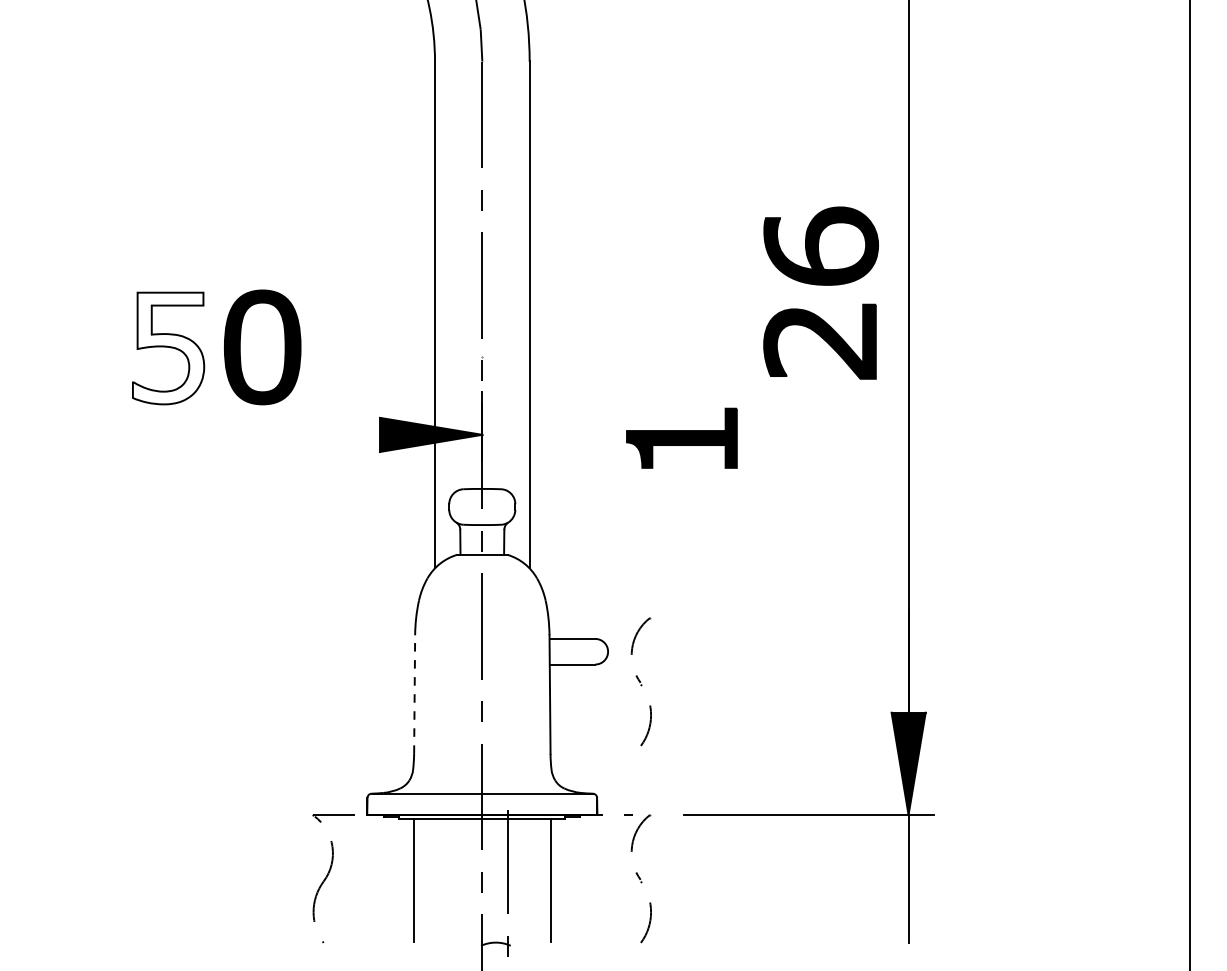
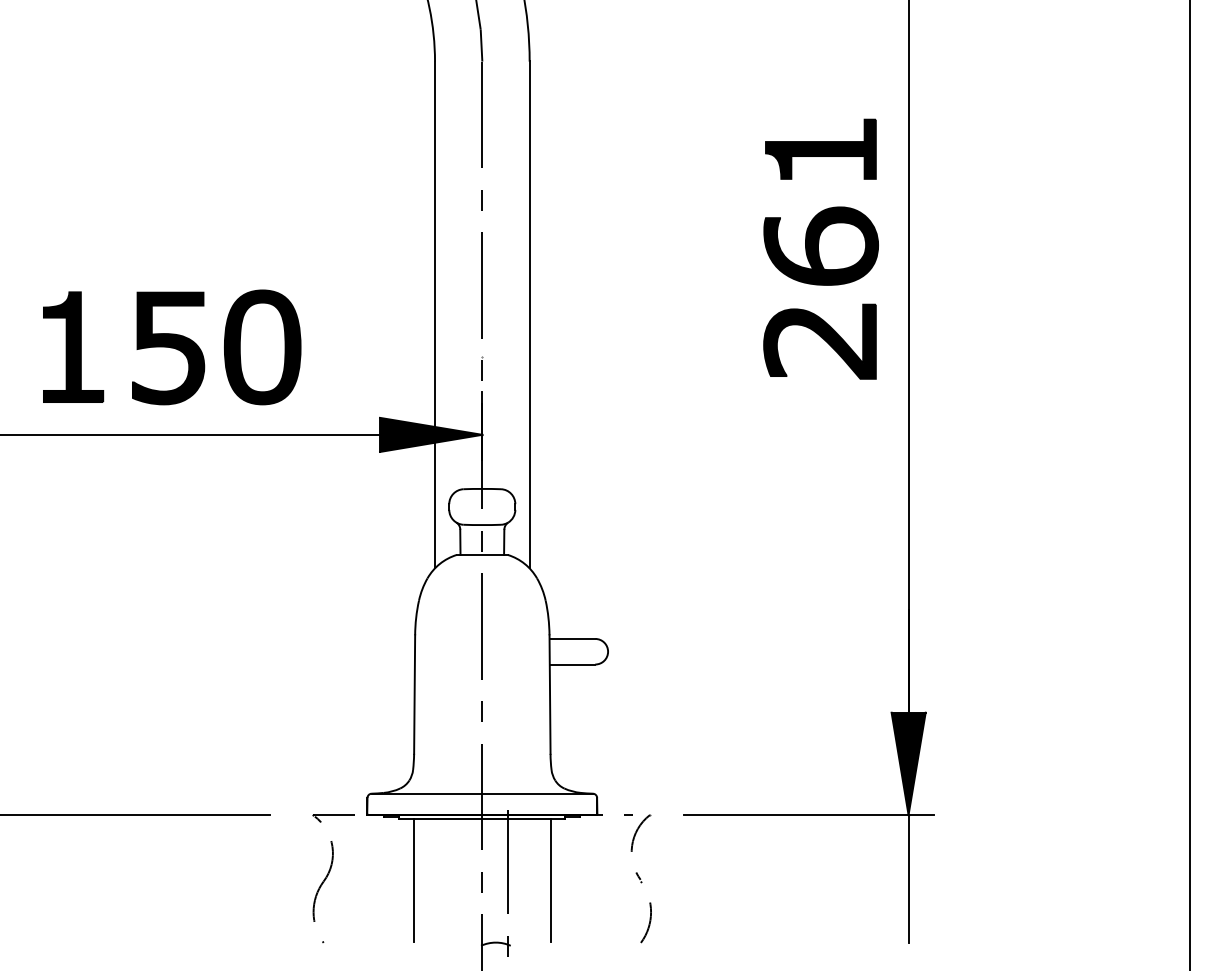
part at (73, 346): none -> present
fill at (168, 348): none -> present
line at (191, 434): none -> present
part at (681, 437) position: (681, 437) -> (820, 148)
part at (640, 681): present -> none
line at (414, 694): dashed -> solid
line at (136, 815): none -> present
